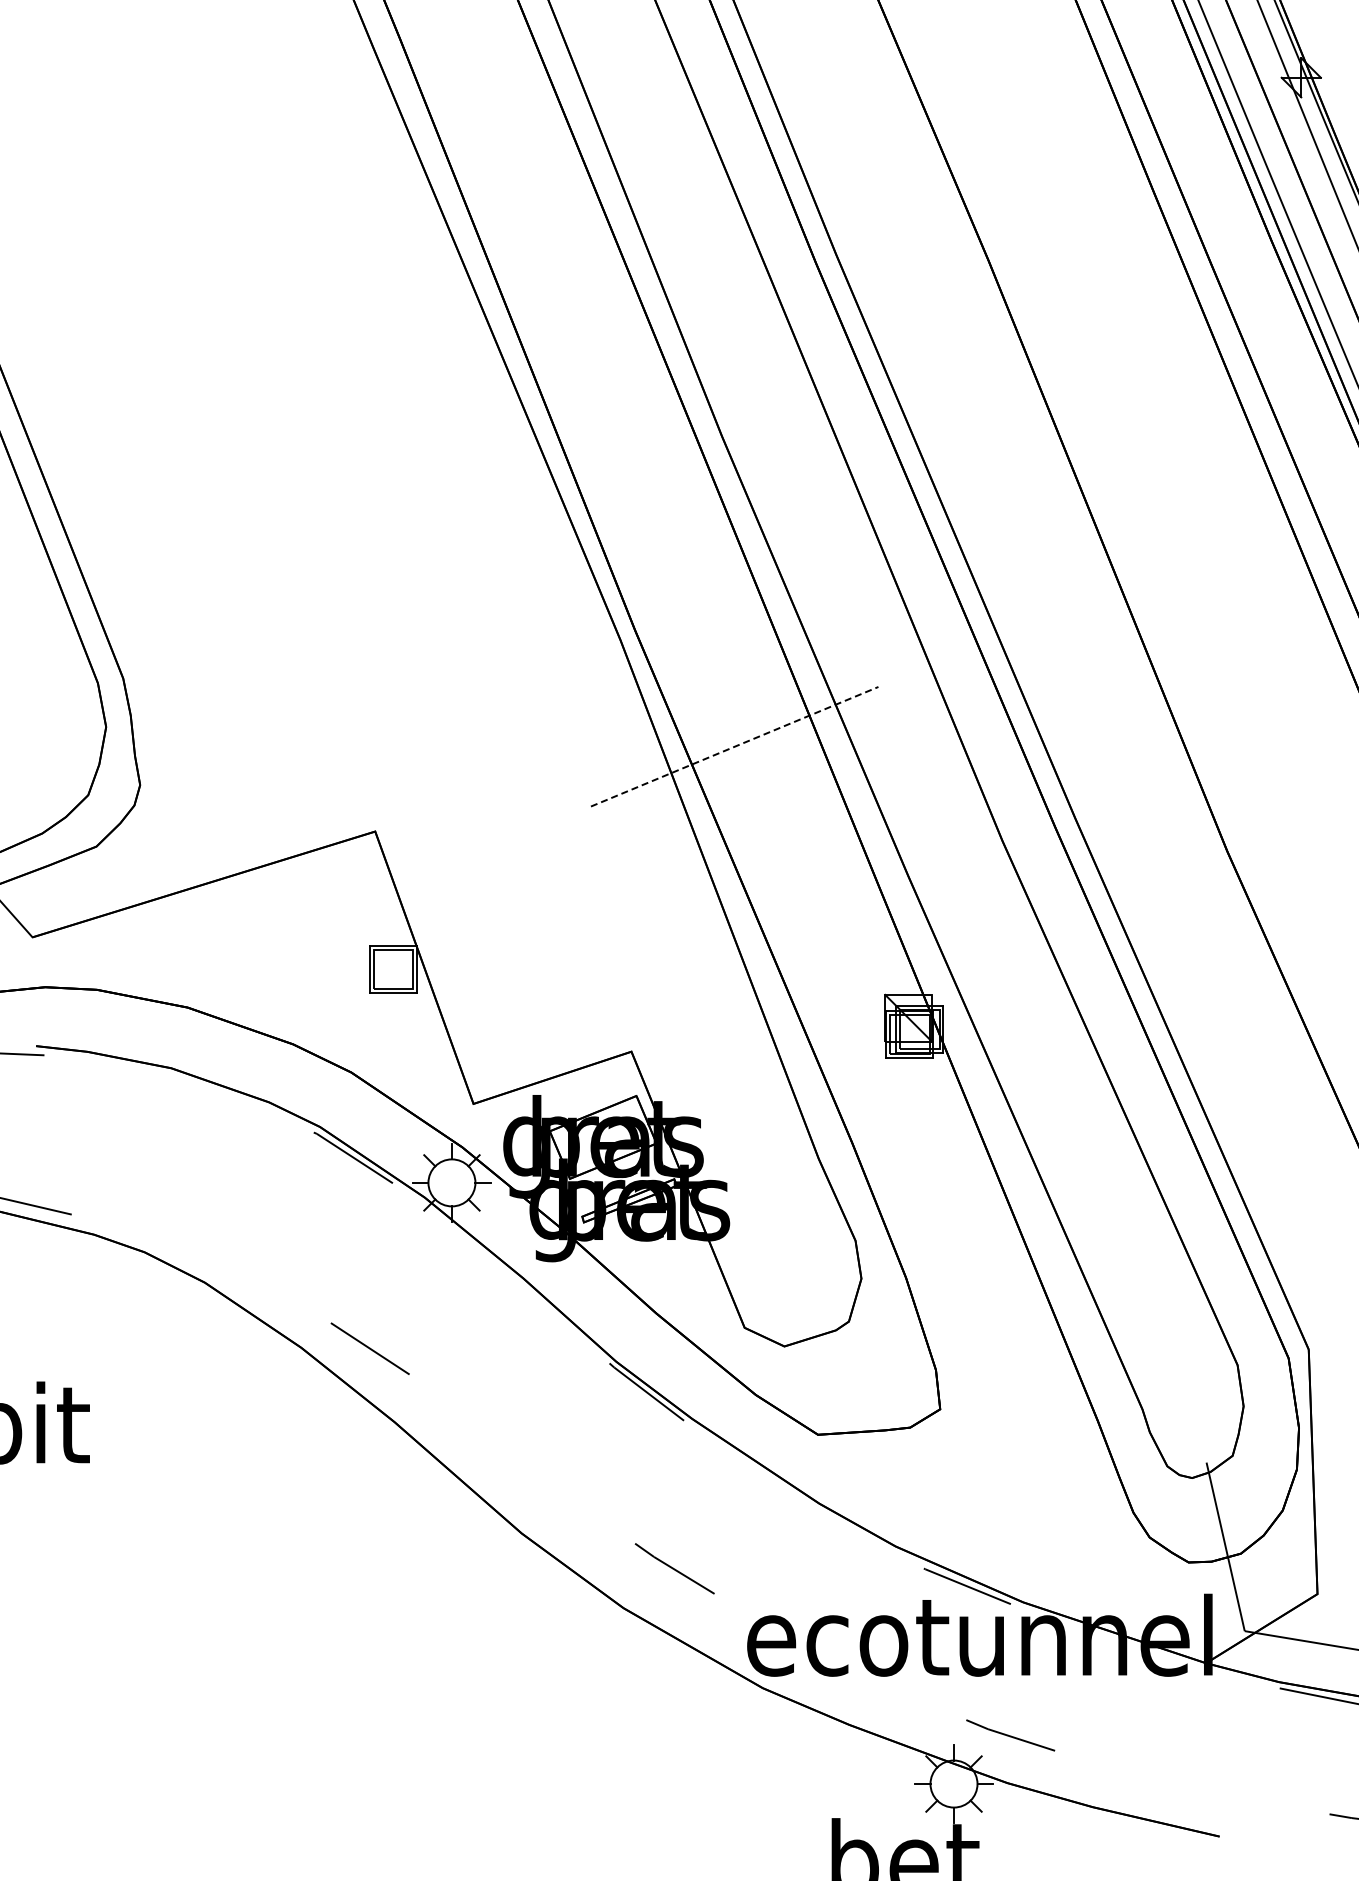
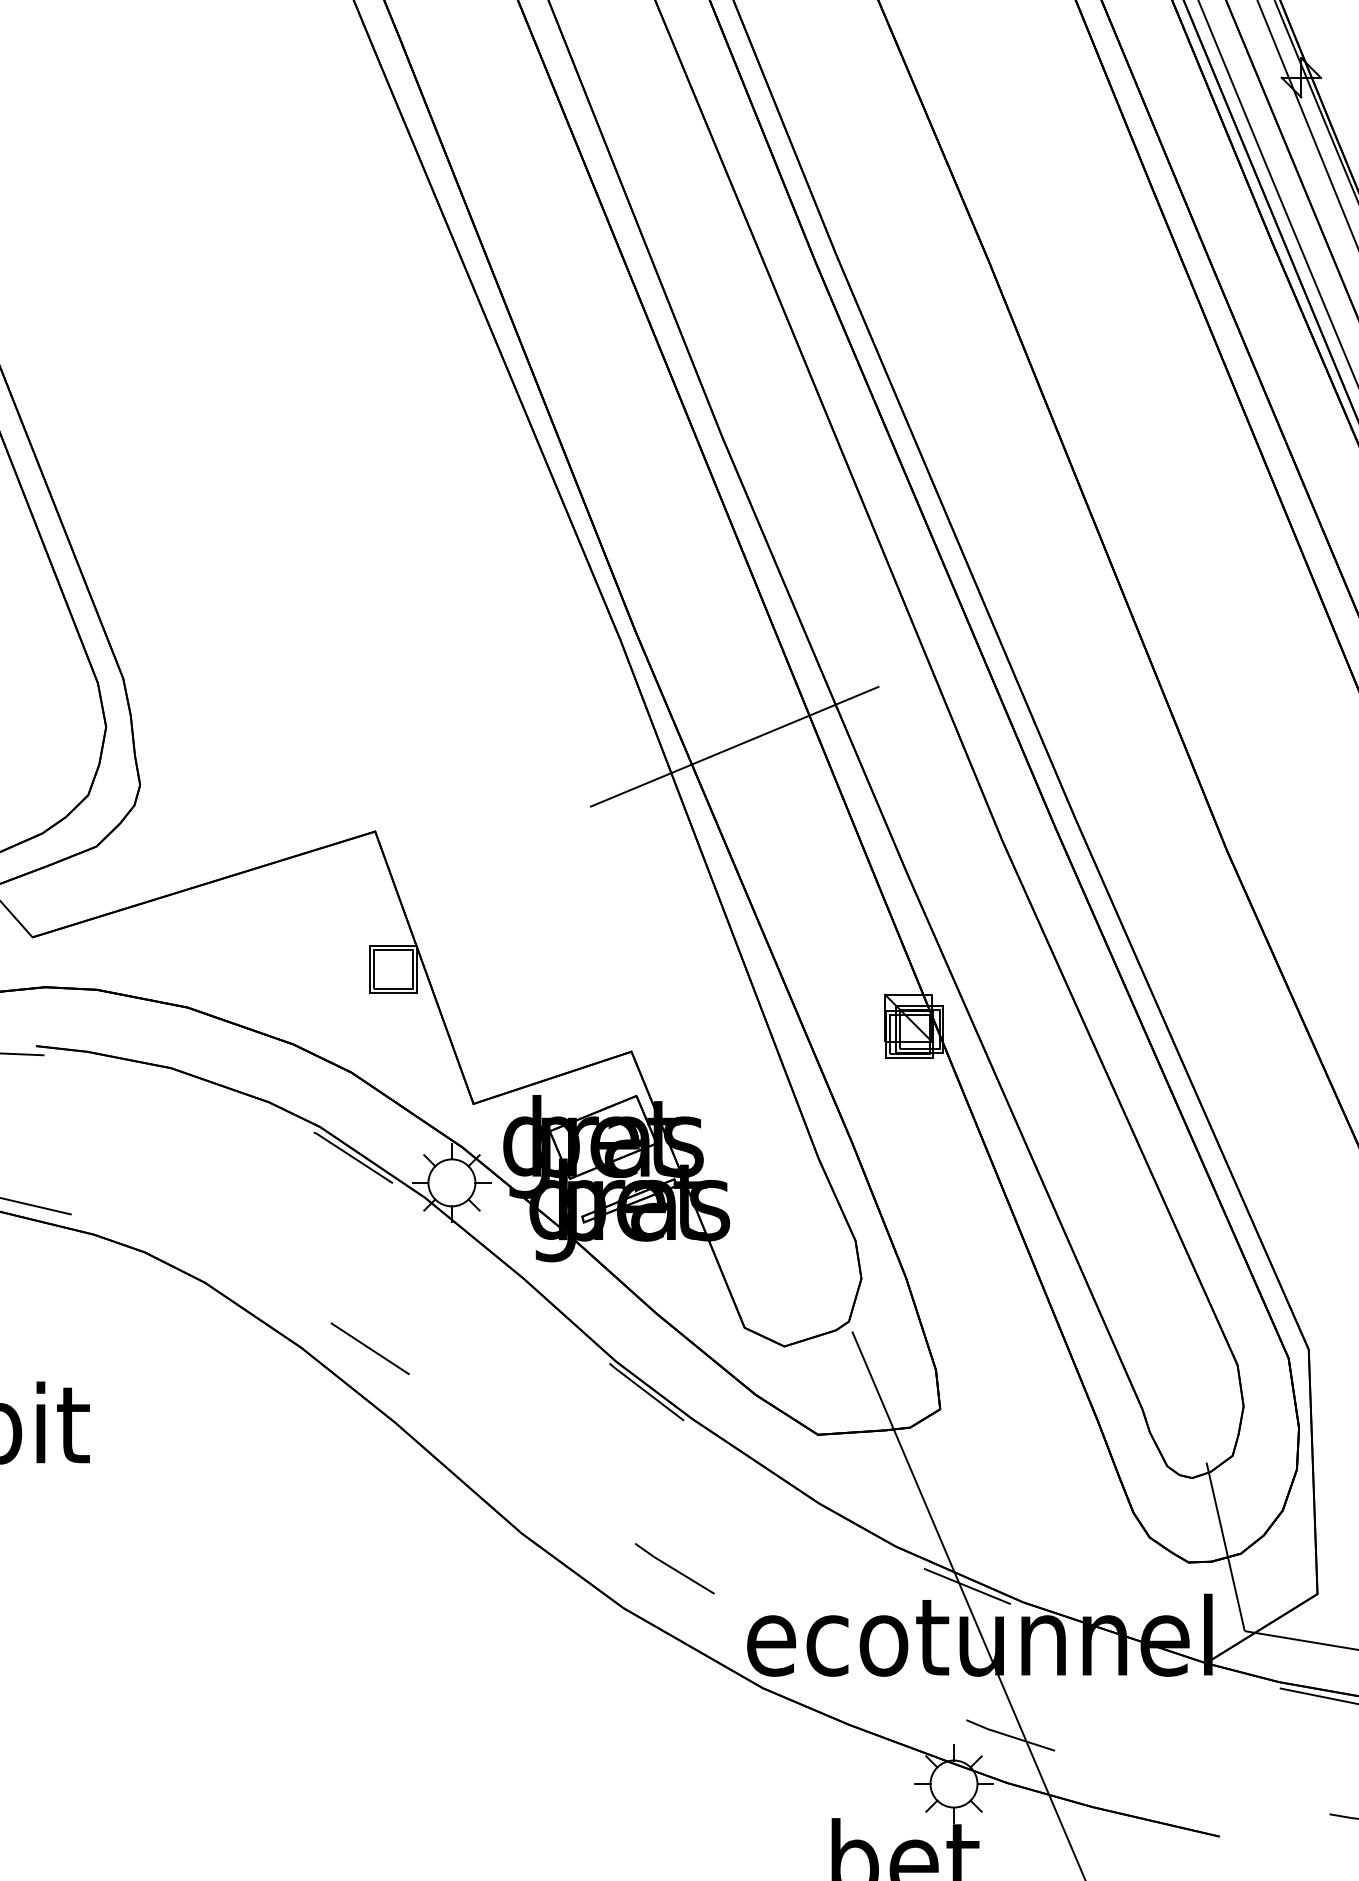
line at (734, 746): dashed -> solid
line at (968, 1604): none -> present
